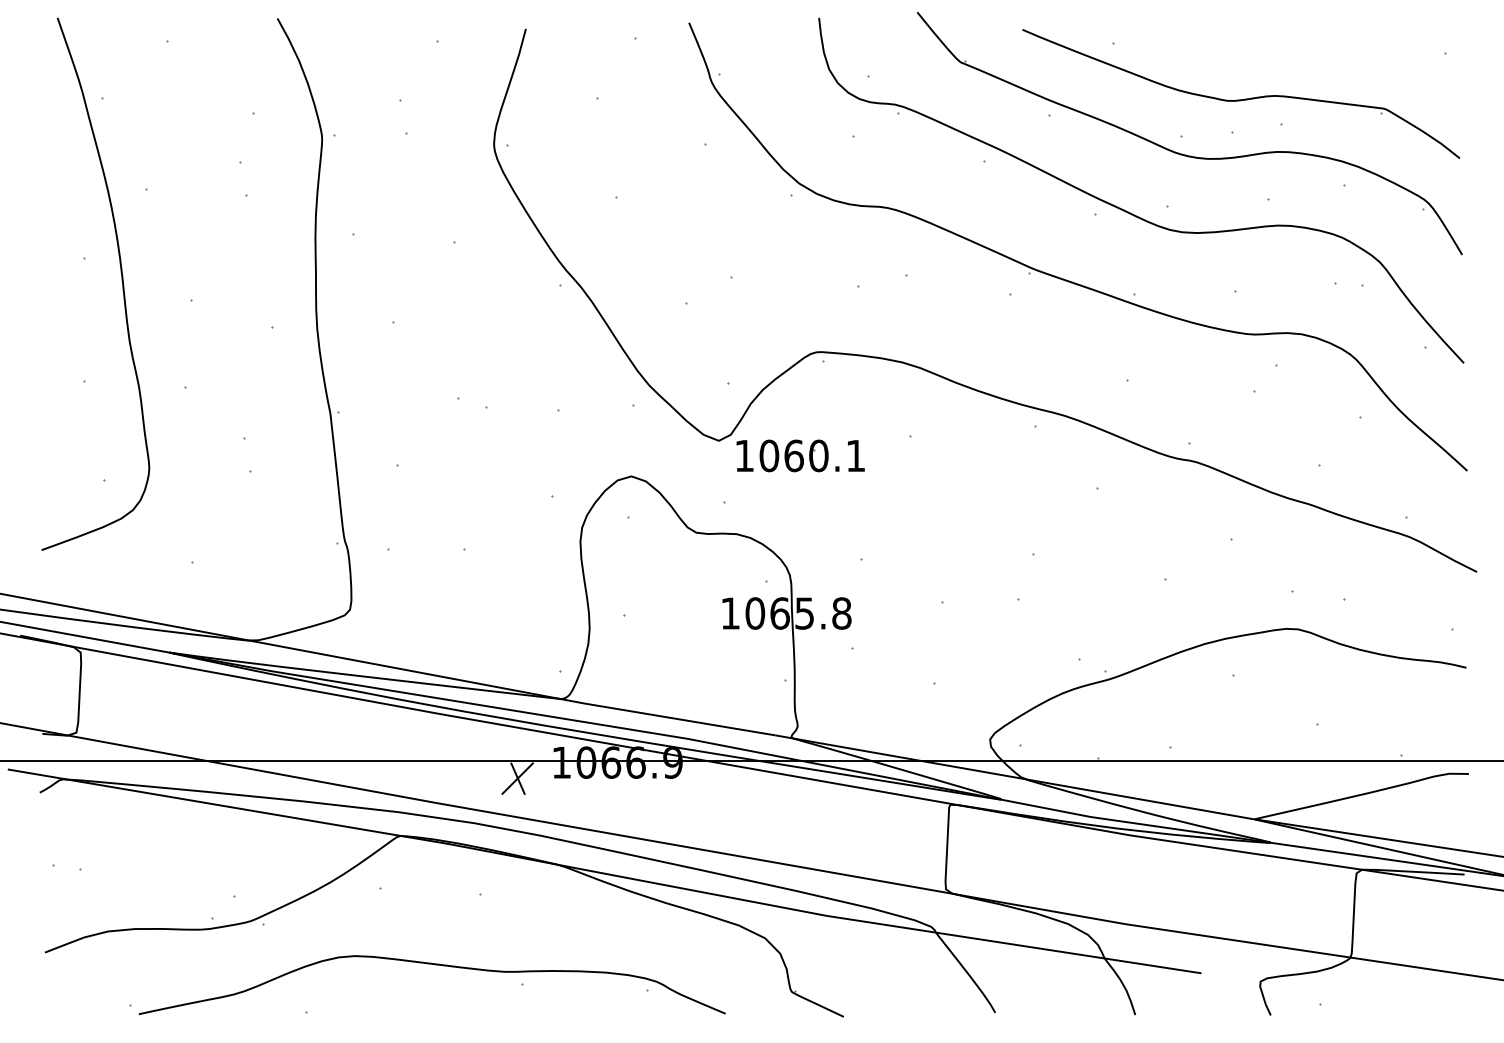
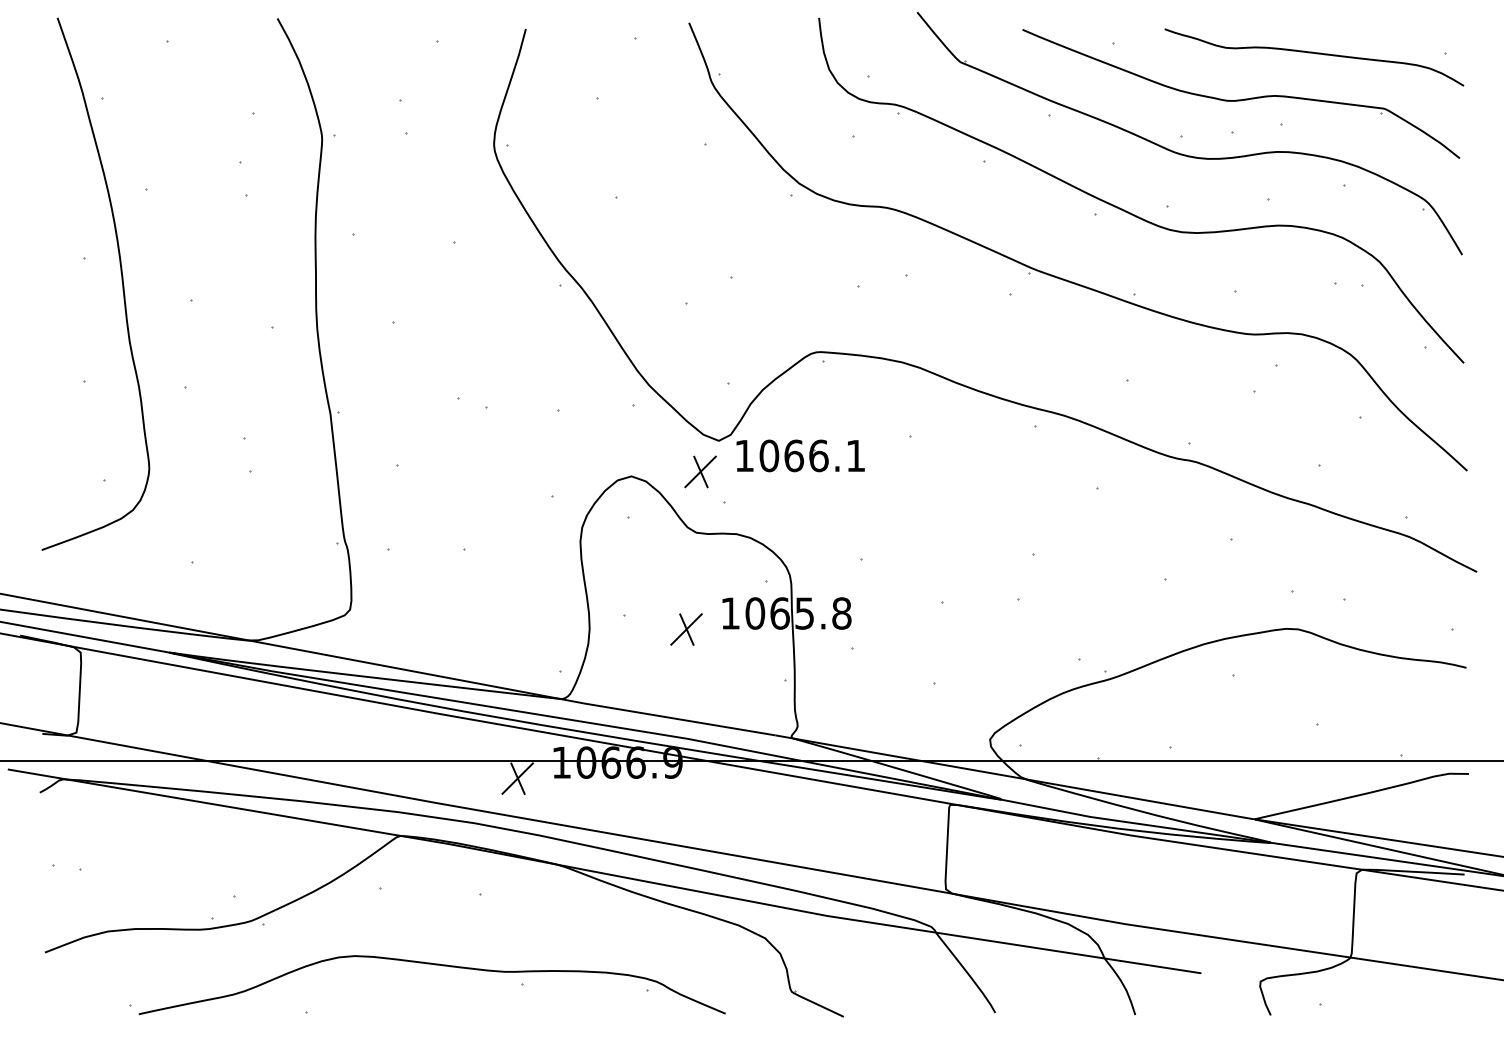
curve at (1316, 54): none -> present
text at (818, 455): 1060.1 -> 1066.1
part at (700, 471): none -> present
part at (686, 629): none -> present
